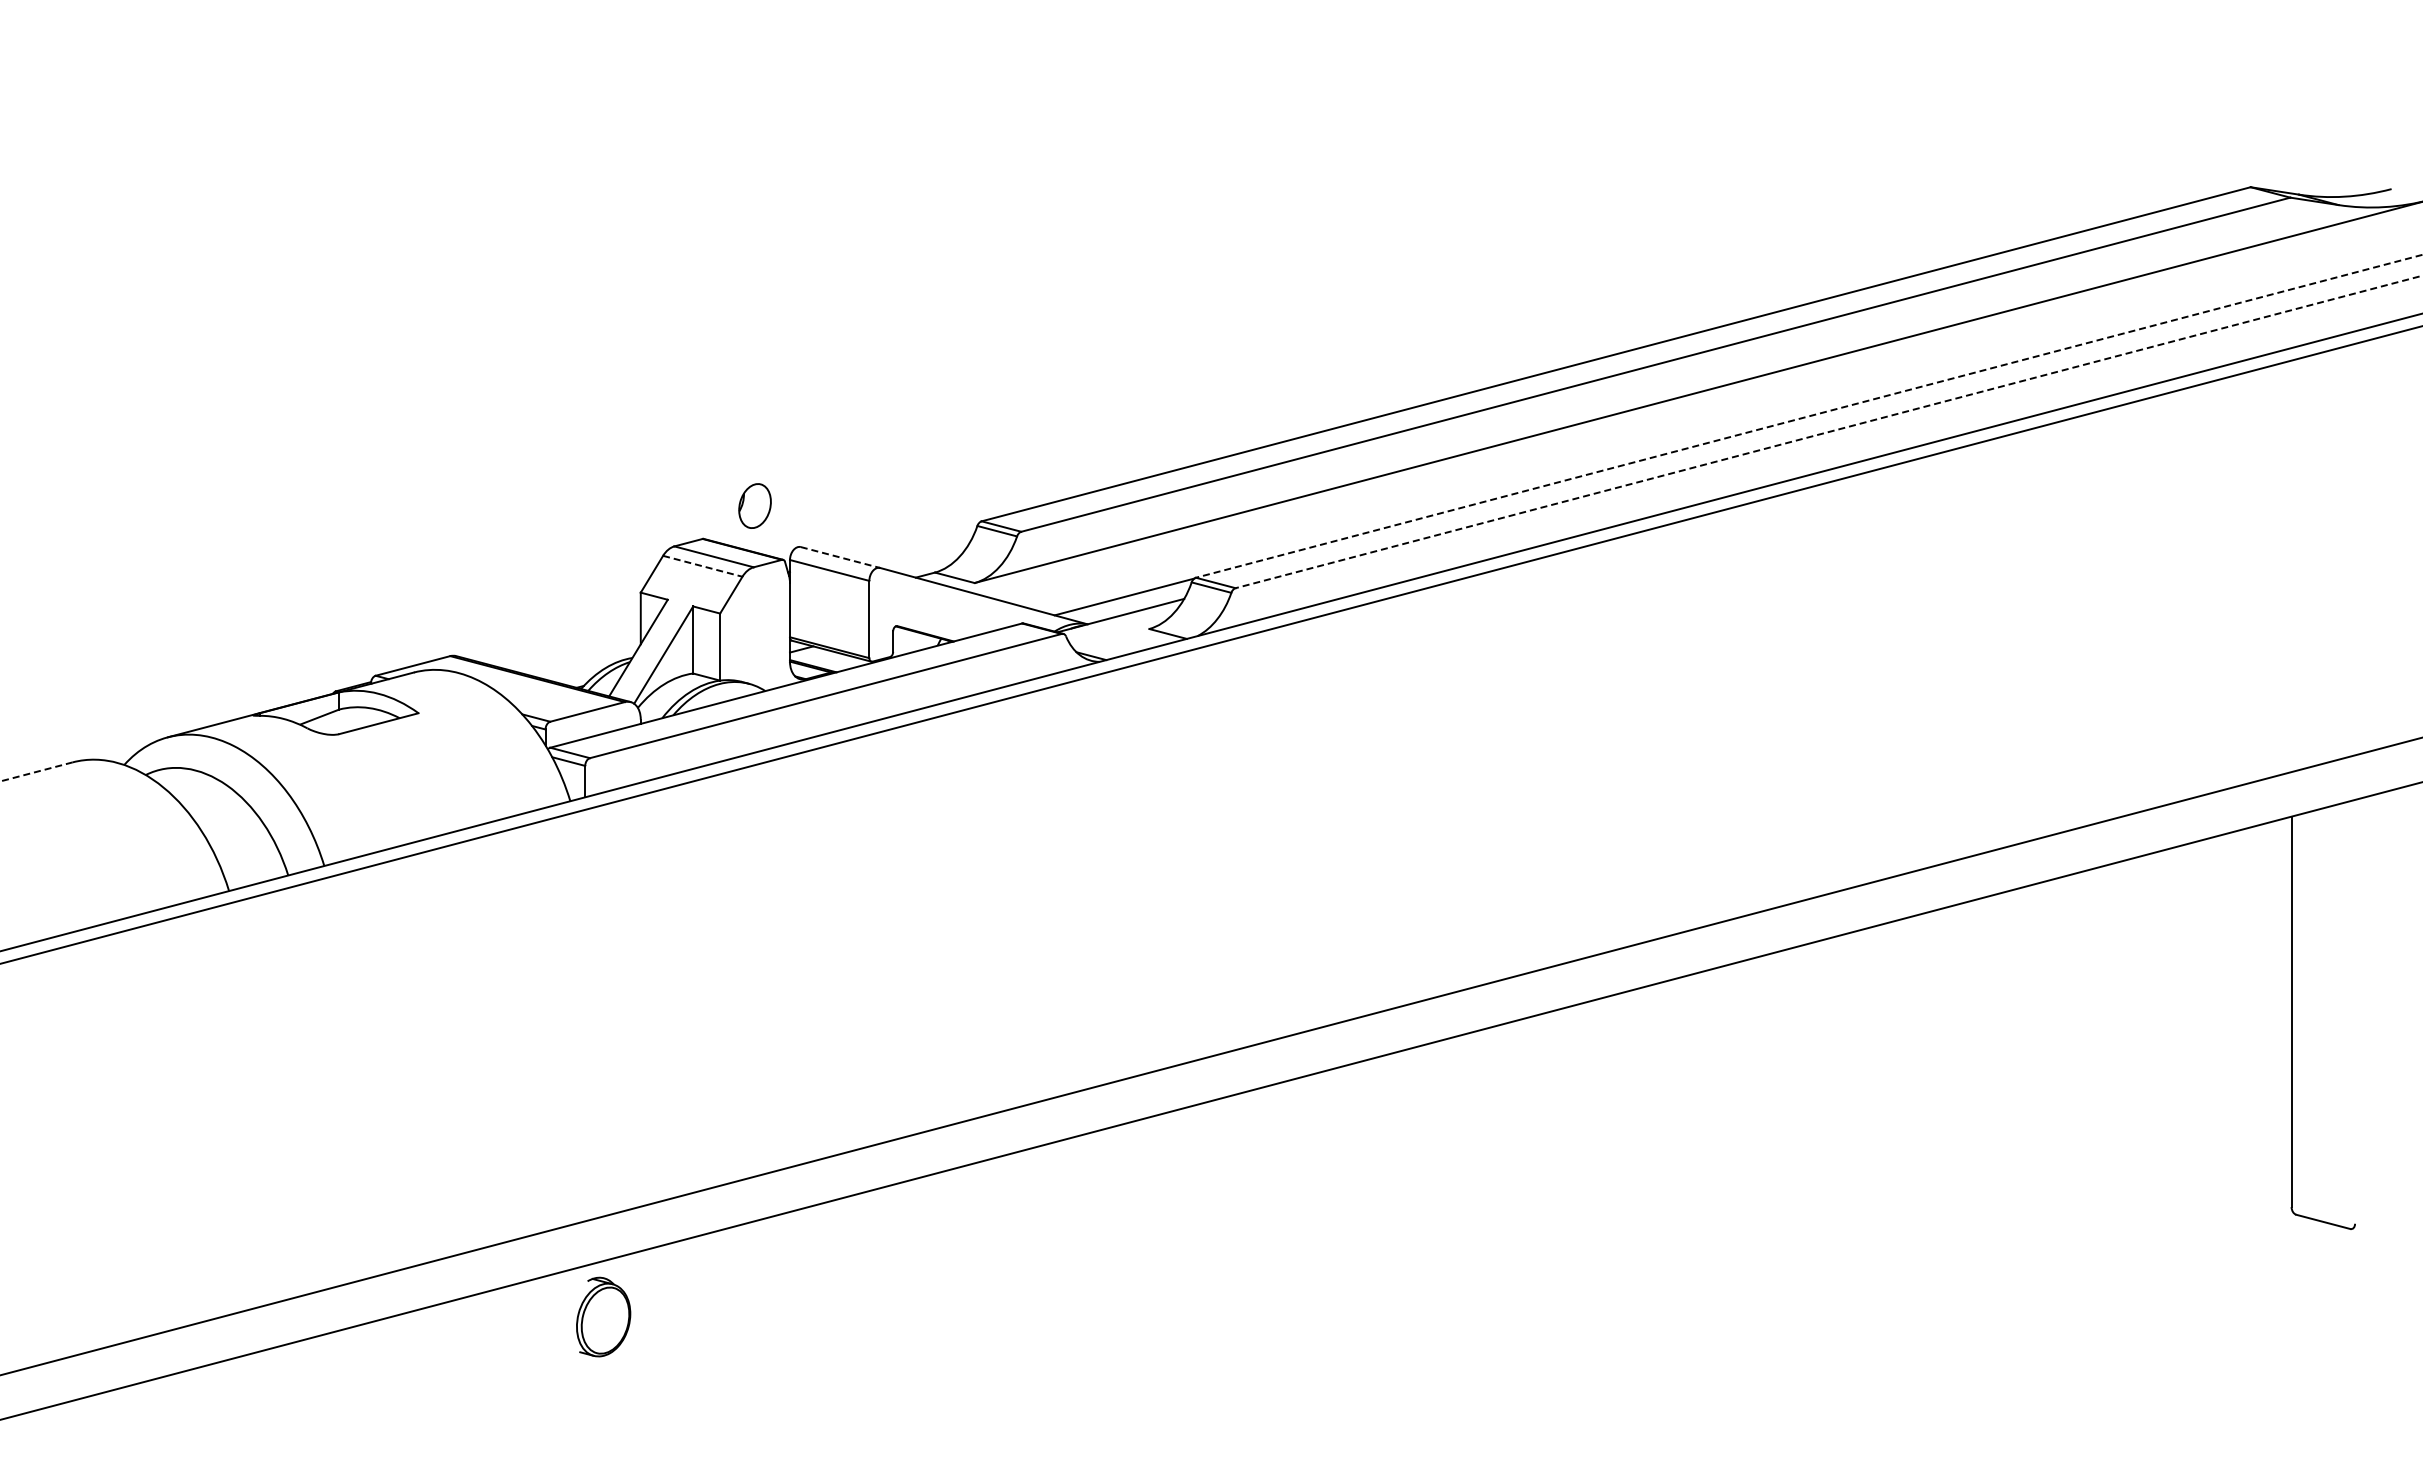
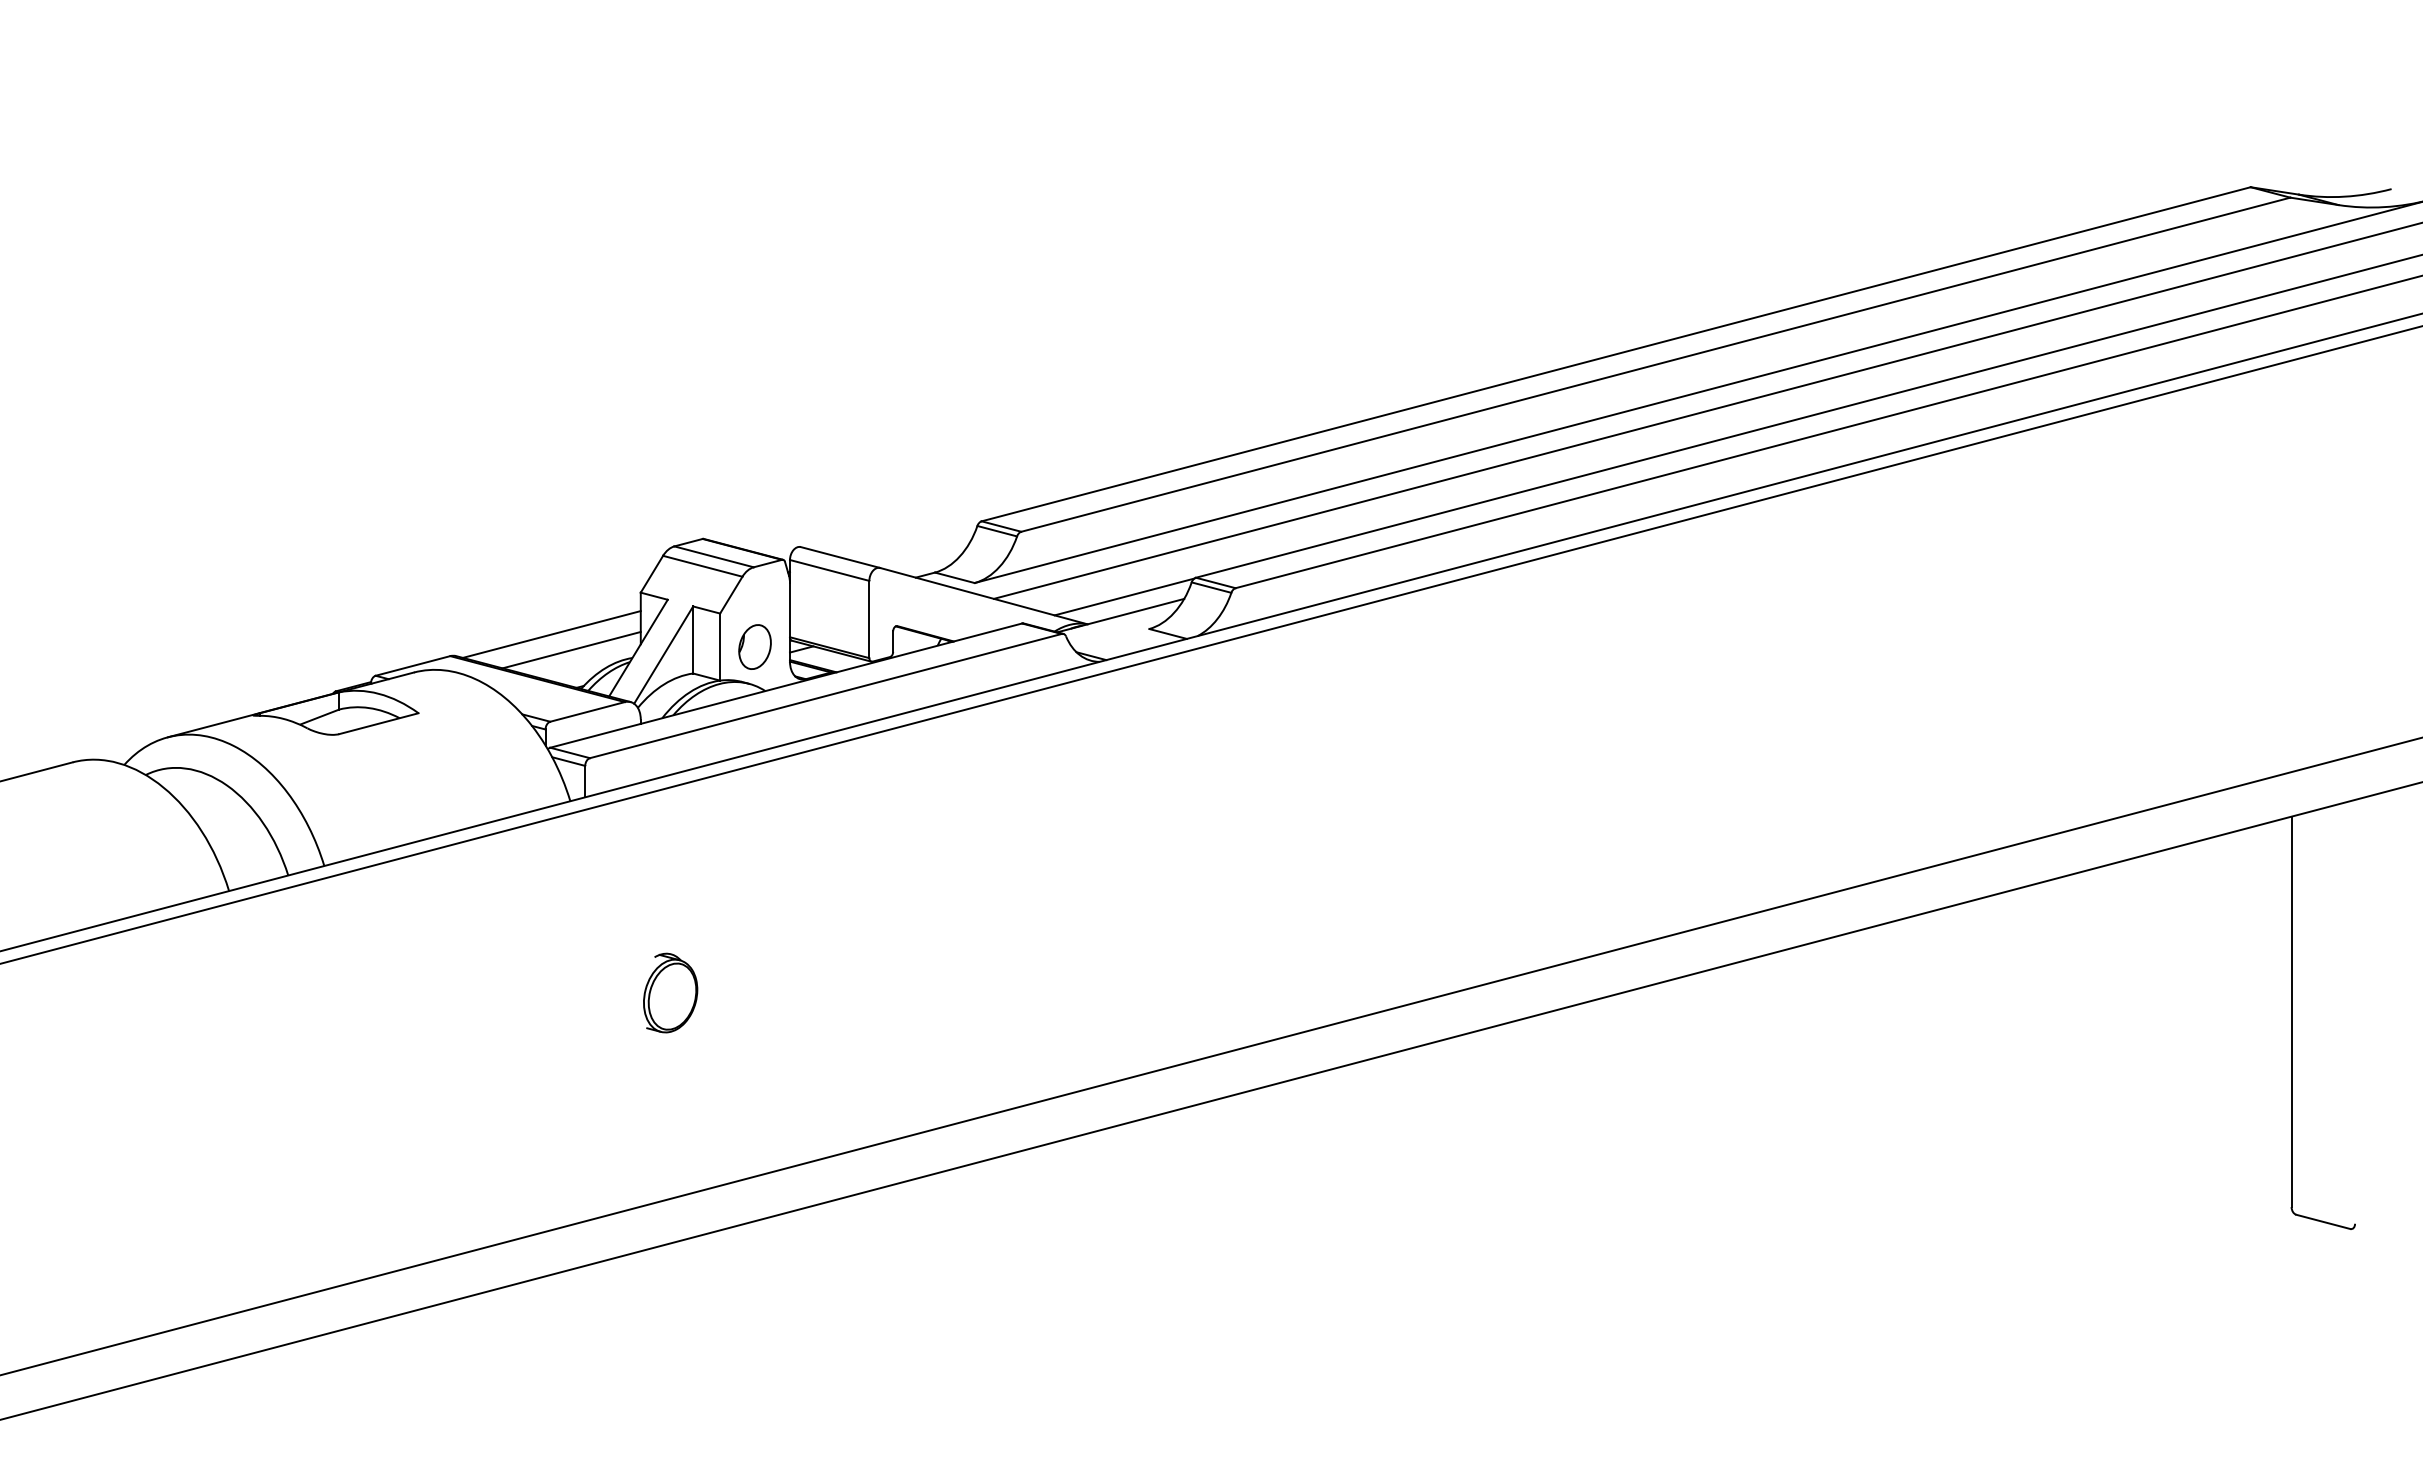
line at (1706, 410): none -> present
line at (1808, 416): dashed -> solid
line at (1829, 431): dashed -> solid
part at (754, 505) position: (754, 505) -> (754, 646)
line at (840, 557): dashed -> solid
line at (703, 566): dashed -> solid
line at (551, 634): none -> present
line at (571, 649): none -> present
line at (35, 772): dashed -> solid
part at (603, 1316) position: (603, 1316) -> (670, 992)
